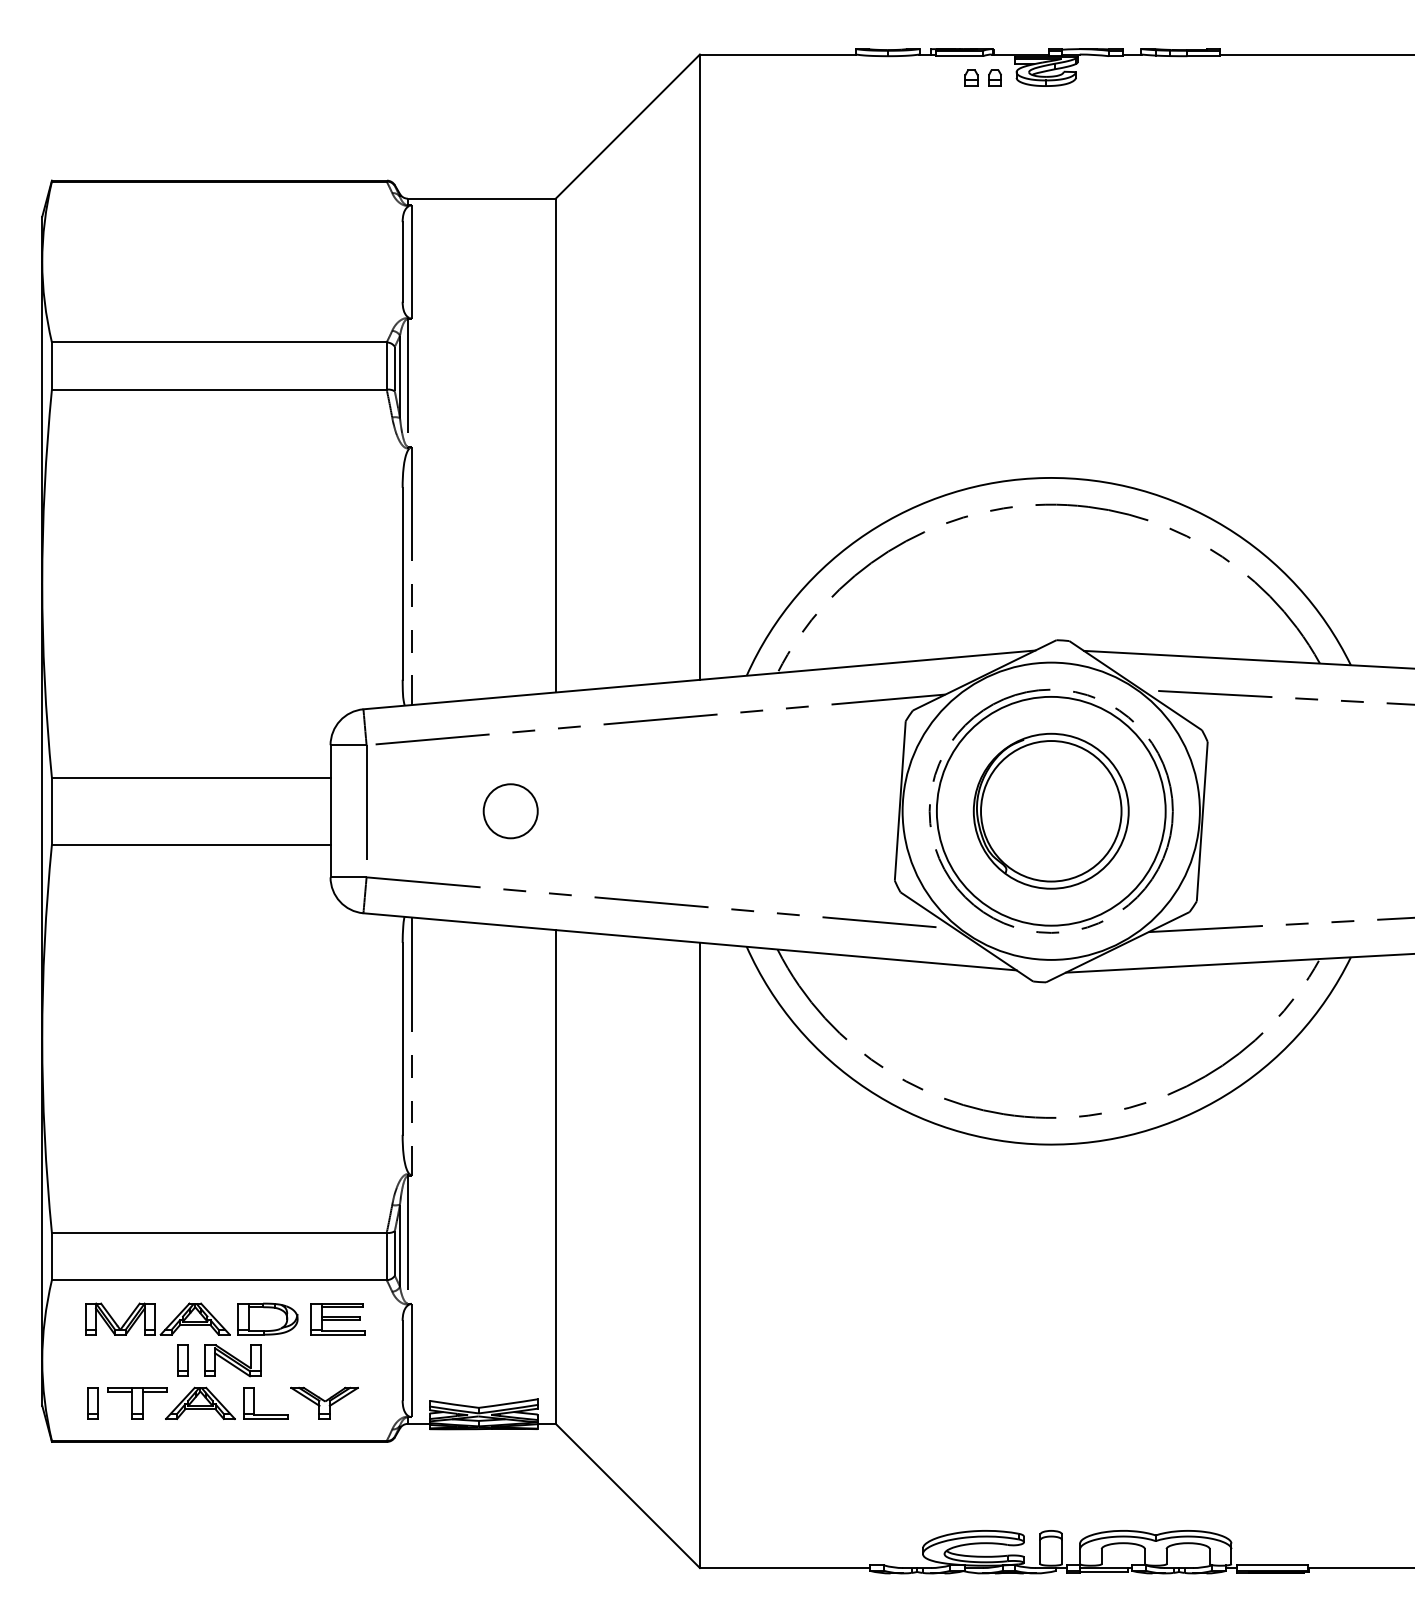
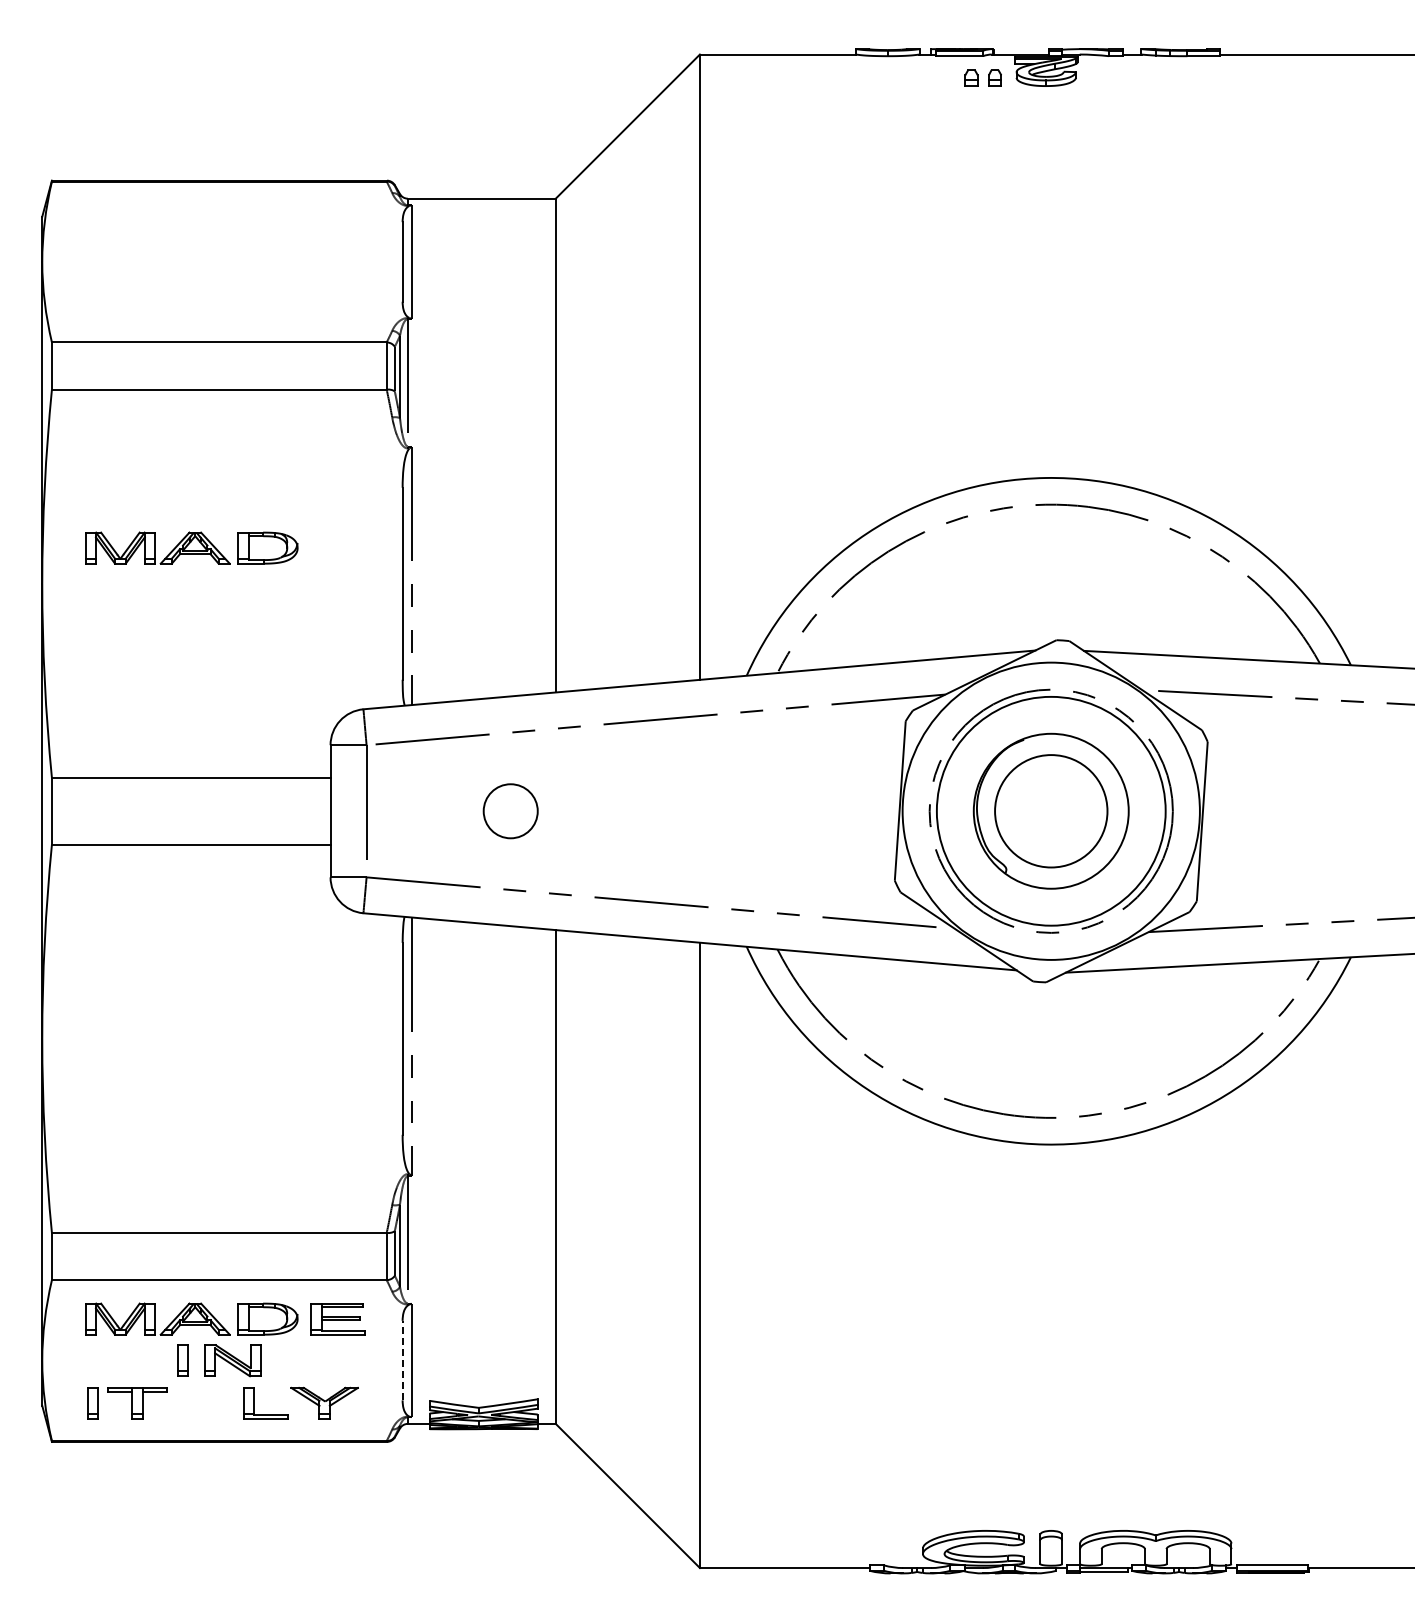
part at (191, 547): none -> present
circle at (1051, 811) diameter: 141 px -> 112 px
line at (402, 1360): solid -> dashed
part at (200, 1402): present -> none
